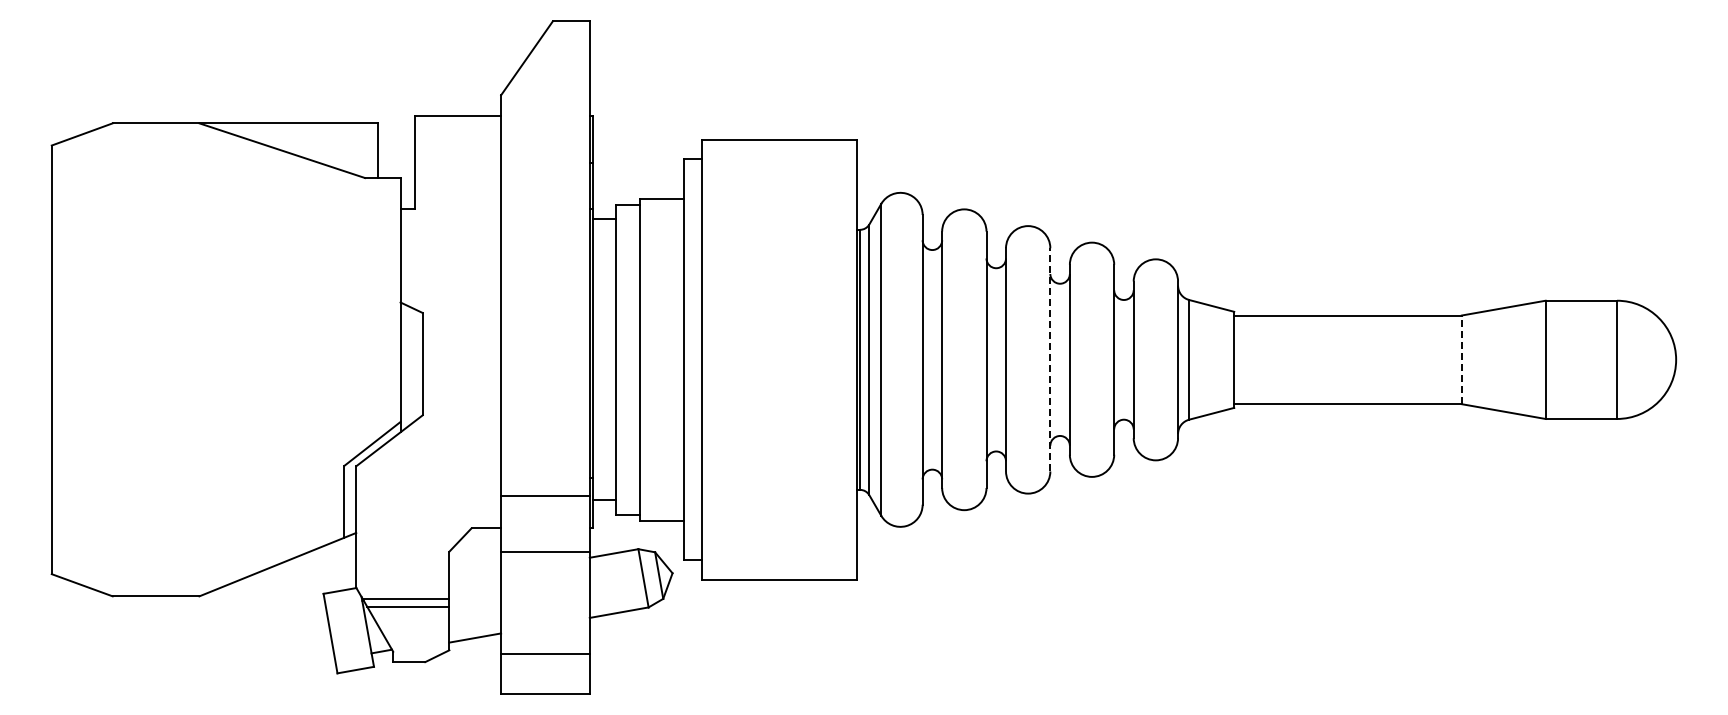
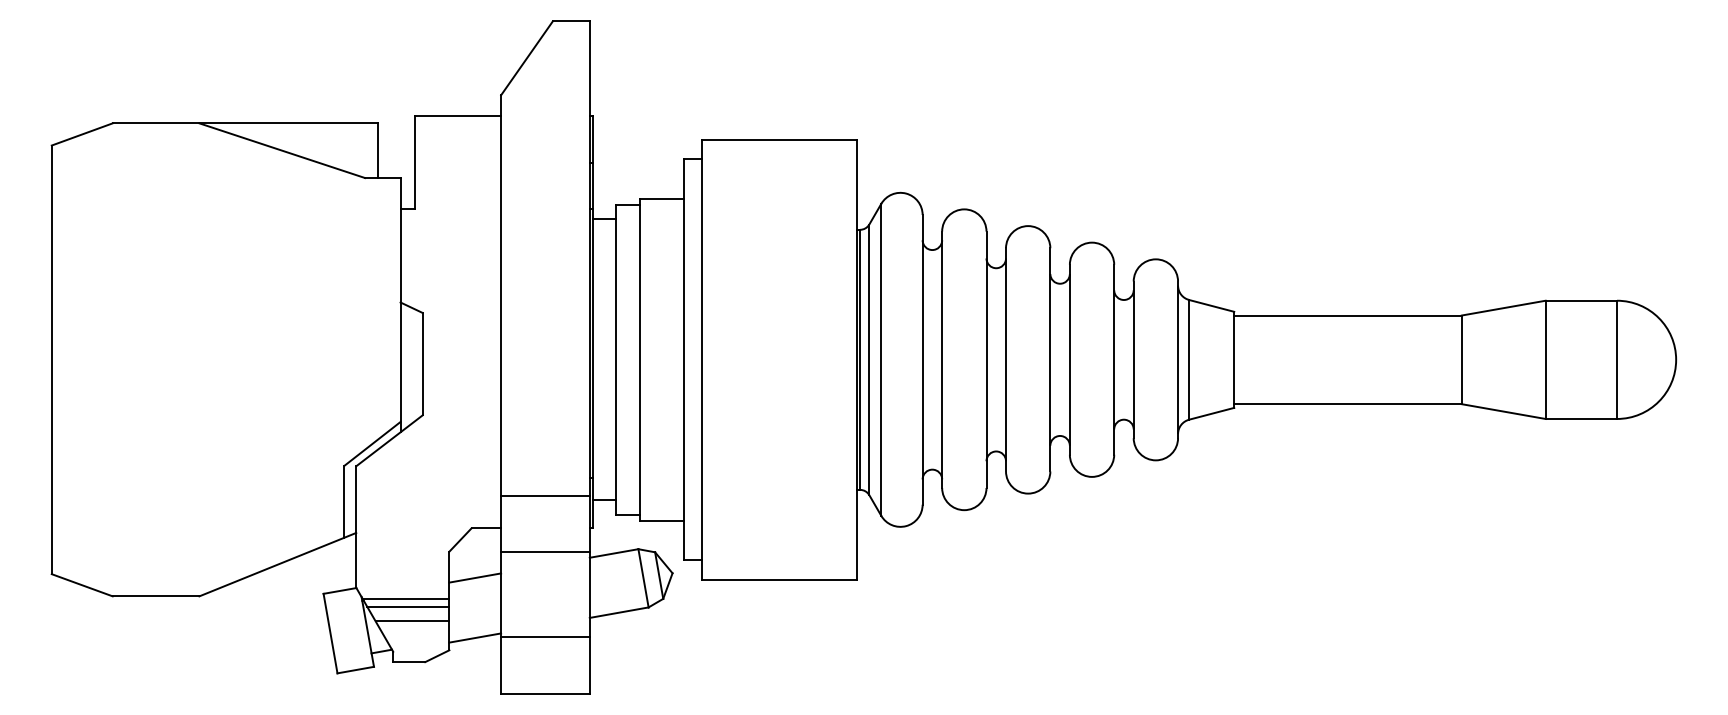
line at (1050, 359): dashed -> solid
line at (1461, 359): dashed -> solid
line at (475, 577): none -> present
line at (412, 621): none -> present
line at (545, 654) position: (545, 654) -> (545, 637)
